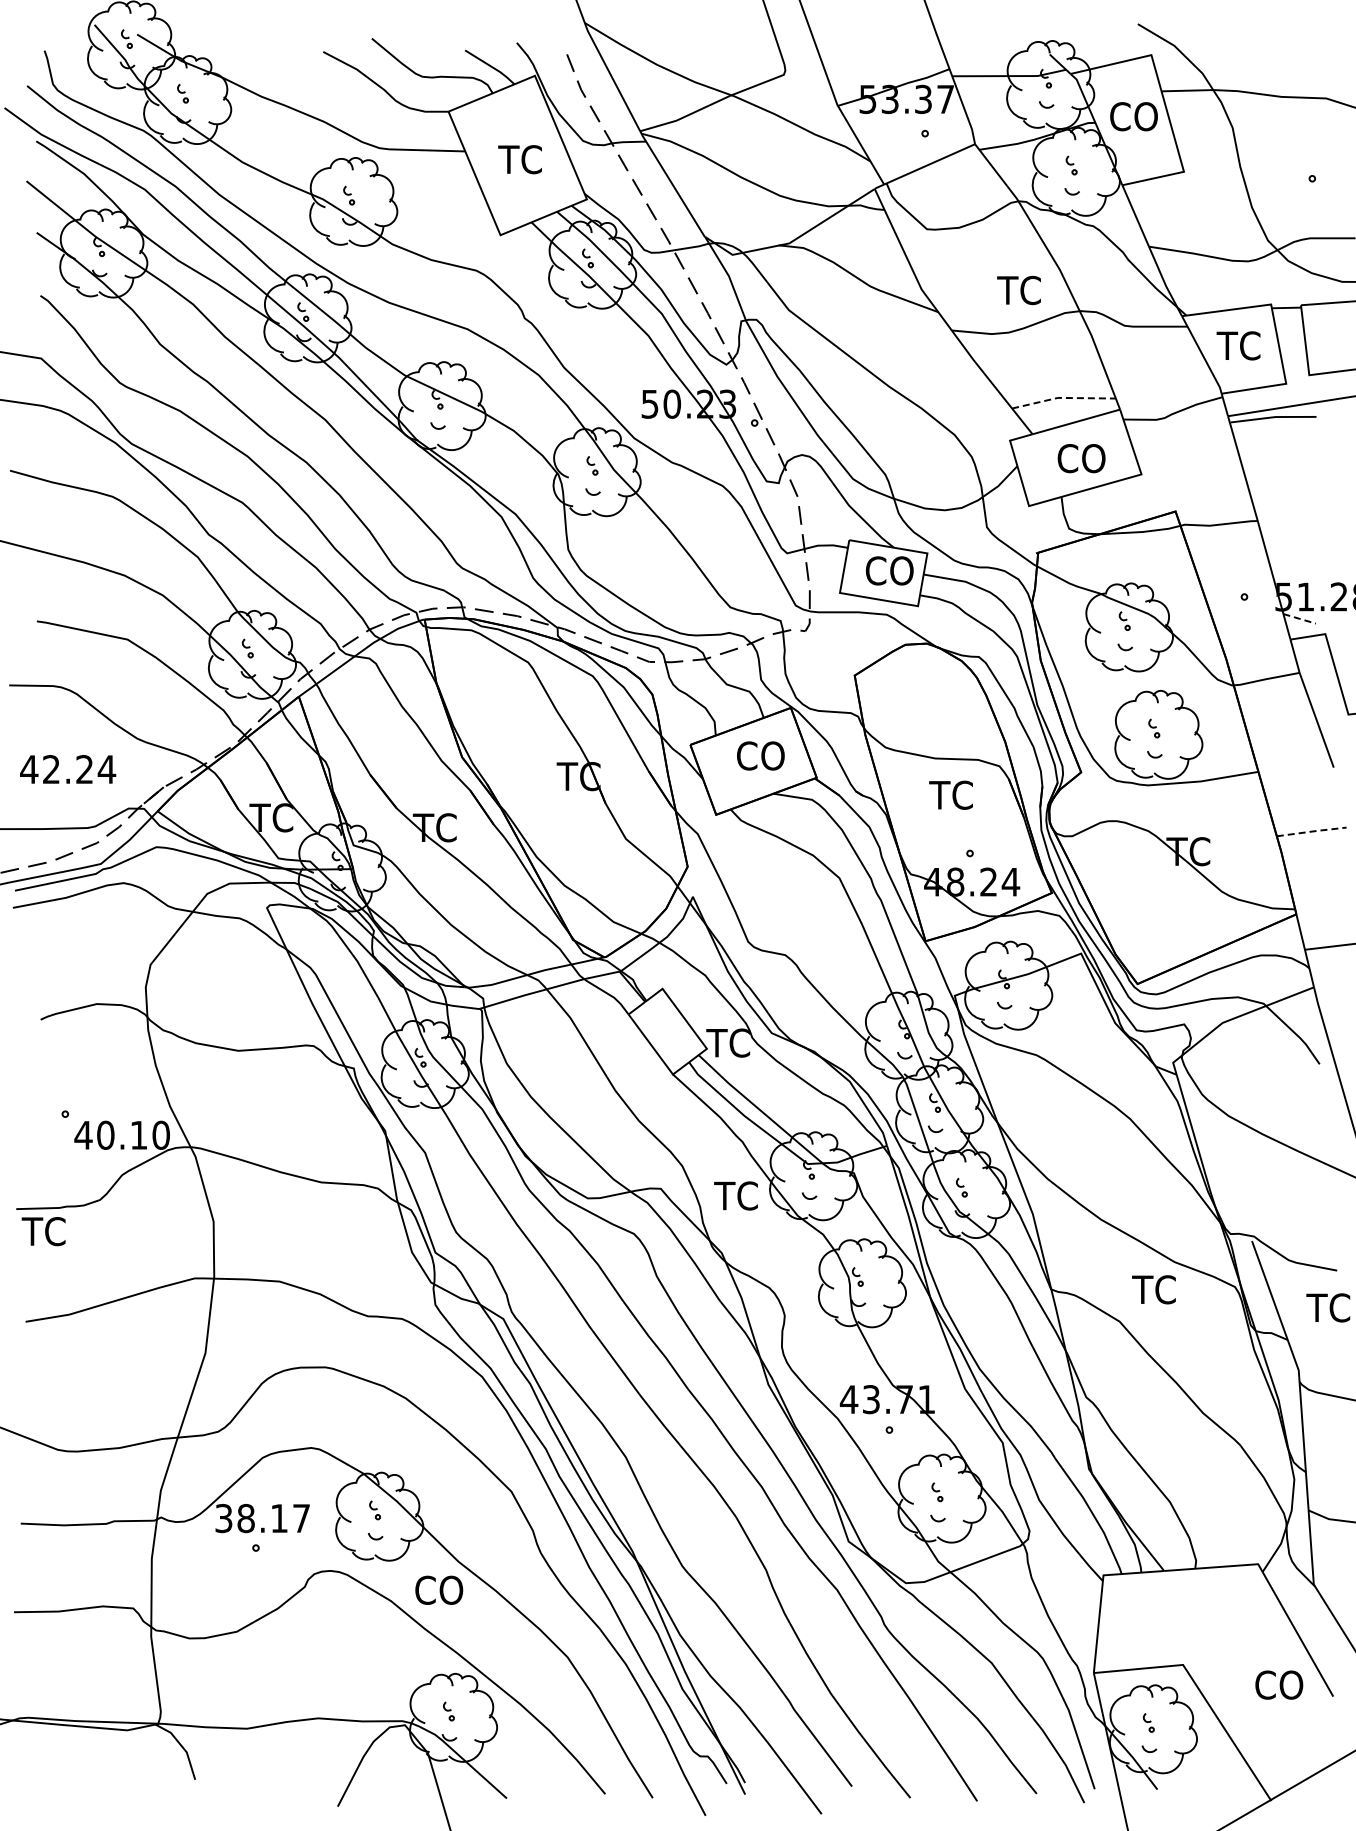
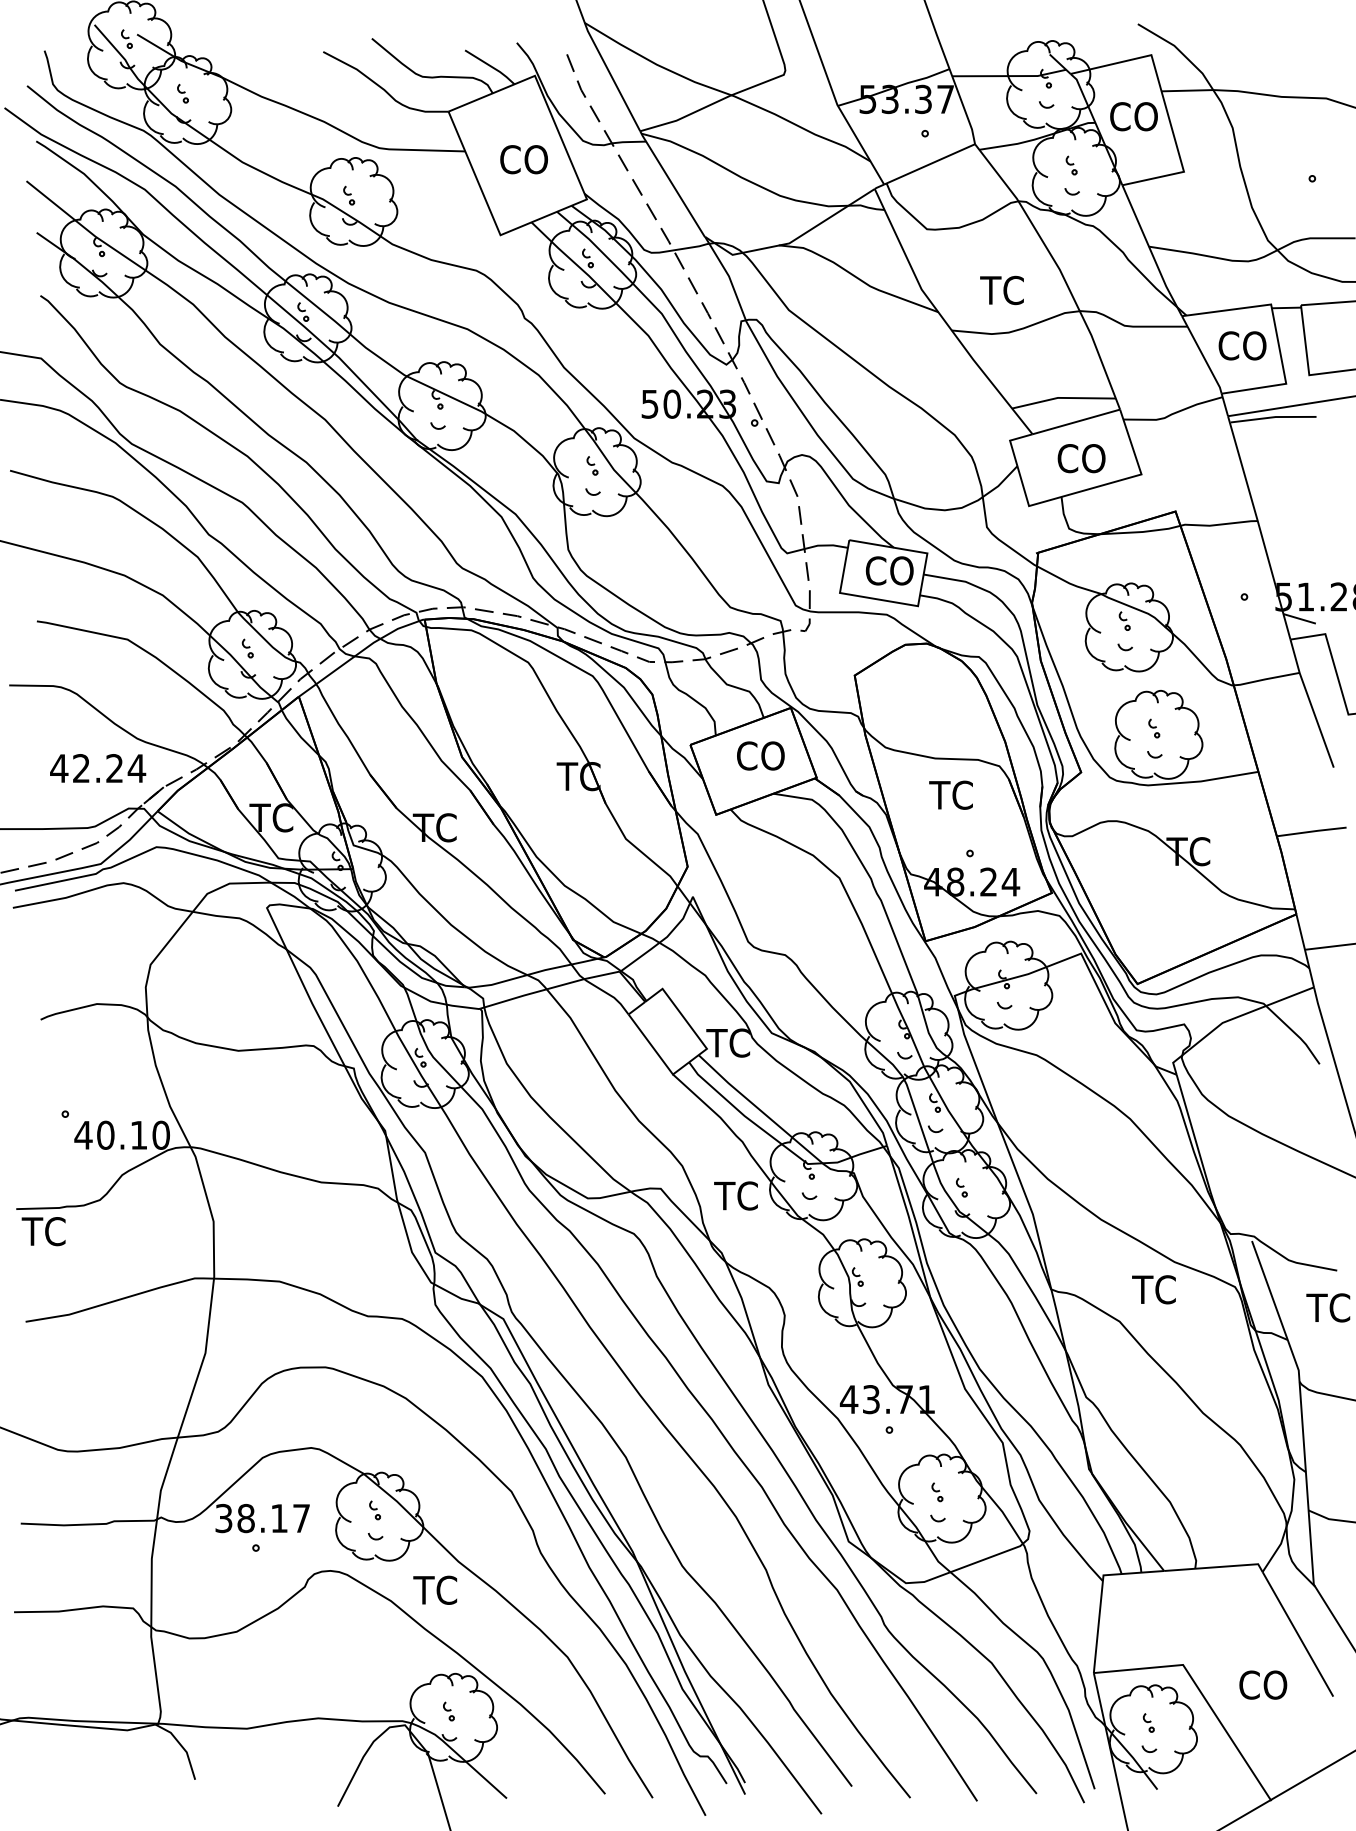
text at (523, 159): TC -> CO
text at (1018, 290) position: (1018, 290) -> (1001, 290)
text at (1241, 345): TC -> CO
line at (1062, 397): dashed -> solid
line at (1299, 618): dashed -> solid
text at (68, 769) position: (68, 769) -> (98, 768)
line at (1312, 831): dashed -> solid
text at (438, 1589): CO -> TC
text at (1279, 1684) position: (1279, 1684) -> (1263, 1684)
